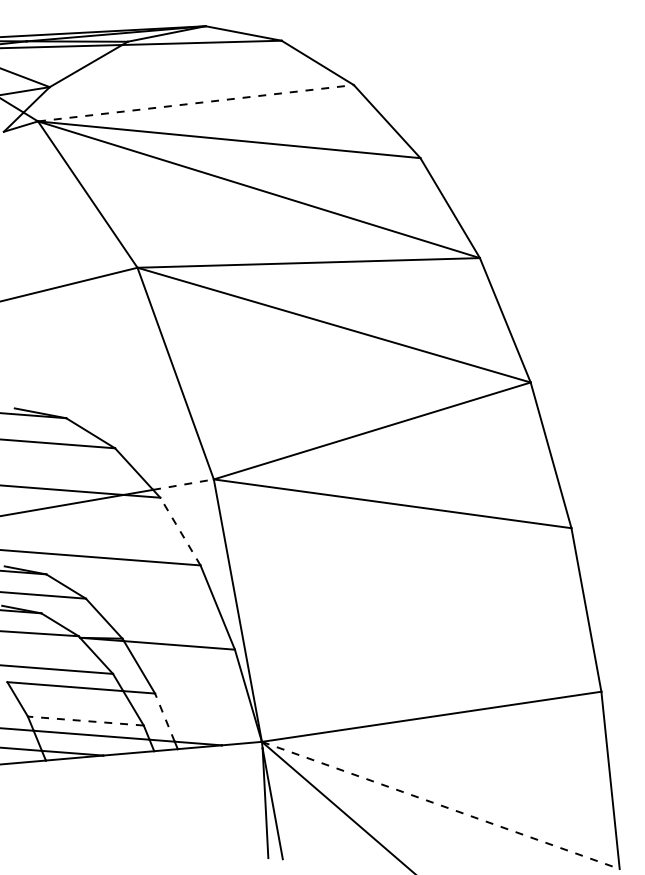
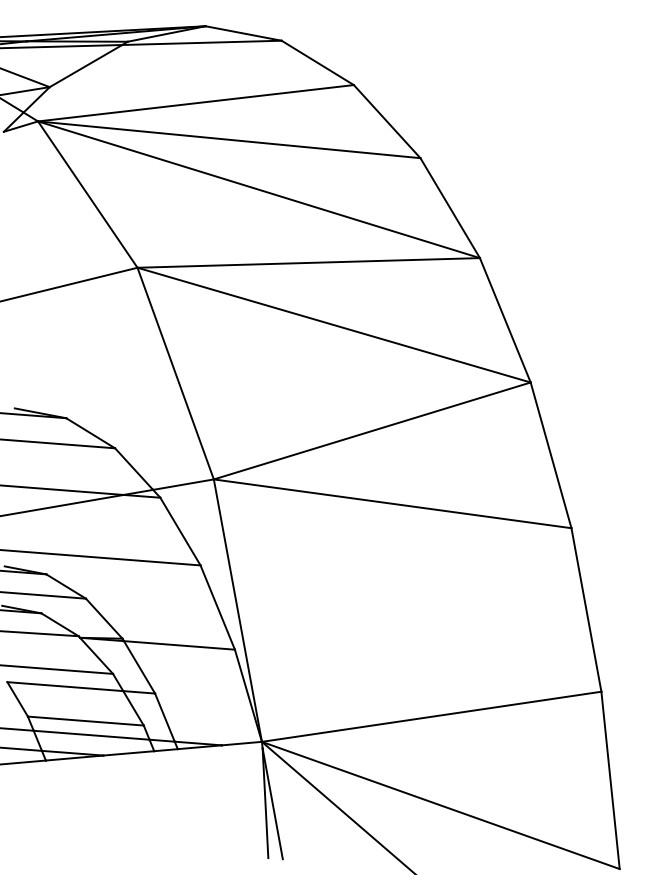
line at (195, 103): dashed -> solid
line at (183, 484): dashed -> solid
line at (180, 531): dashed -> solid
line at (164, 717): dashed -> solid
line at (85, 721): dashed -> solid
line at (440, 805): dashed -> solid
